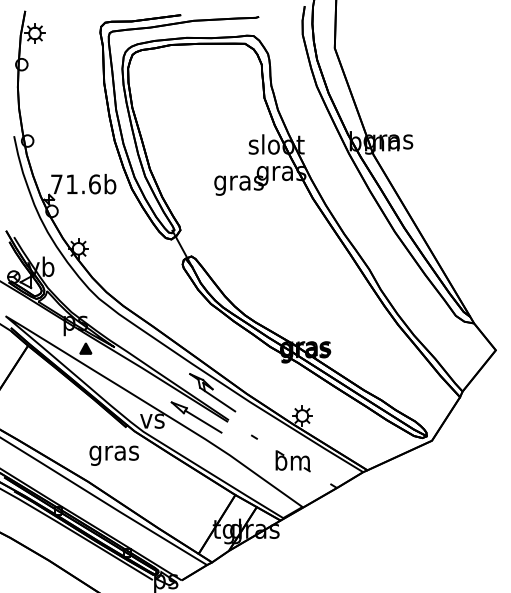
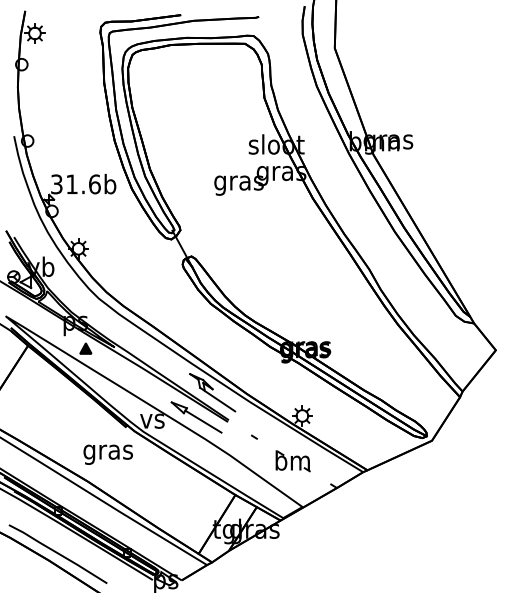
text at (56, 184): 71.6b -> 31.6b
text at (113, 455) position: (113, 455) -> (107, 454)
line at (57, 553): none -> present
